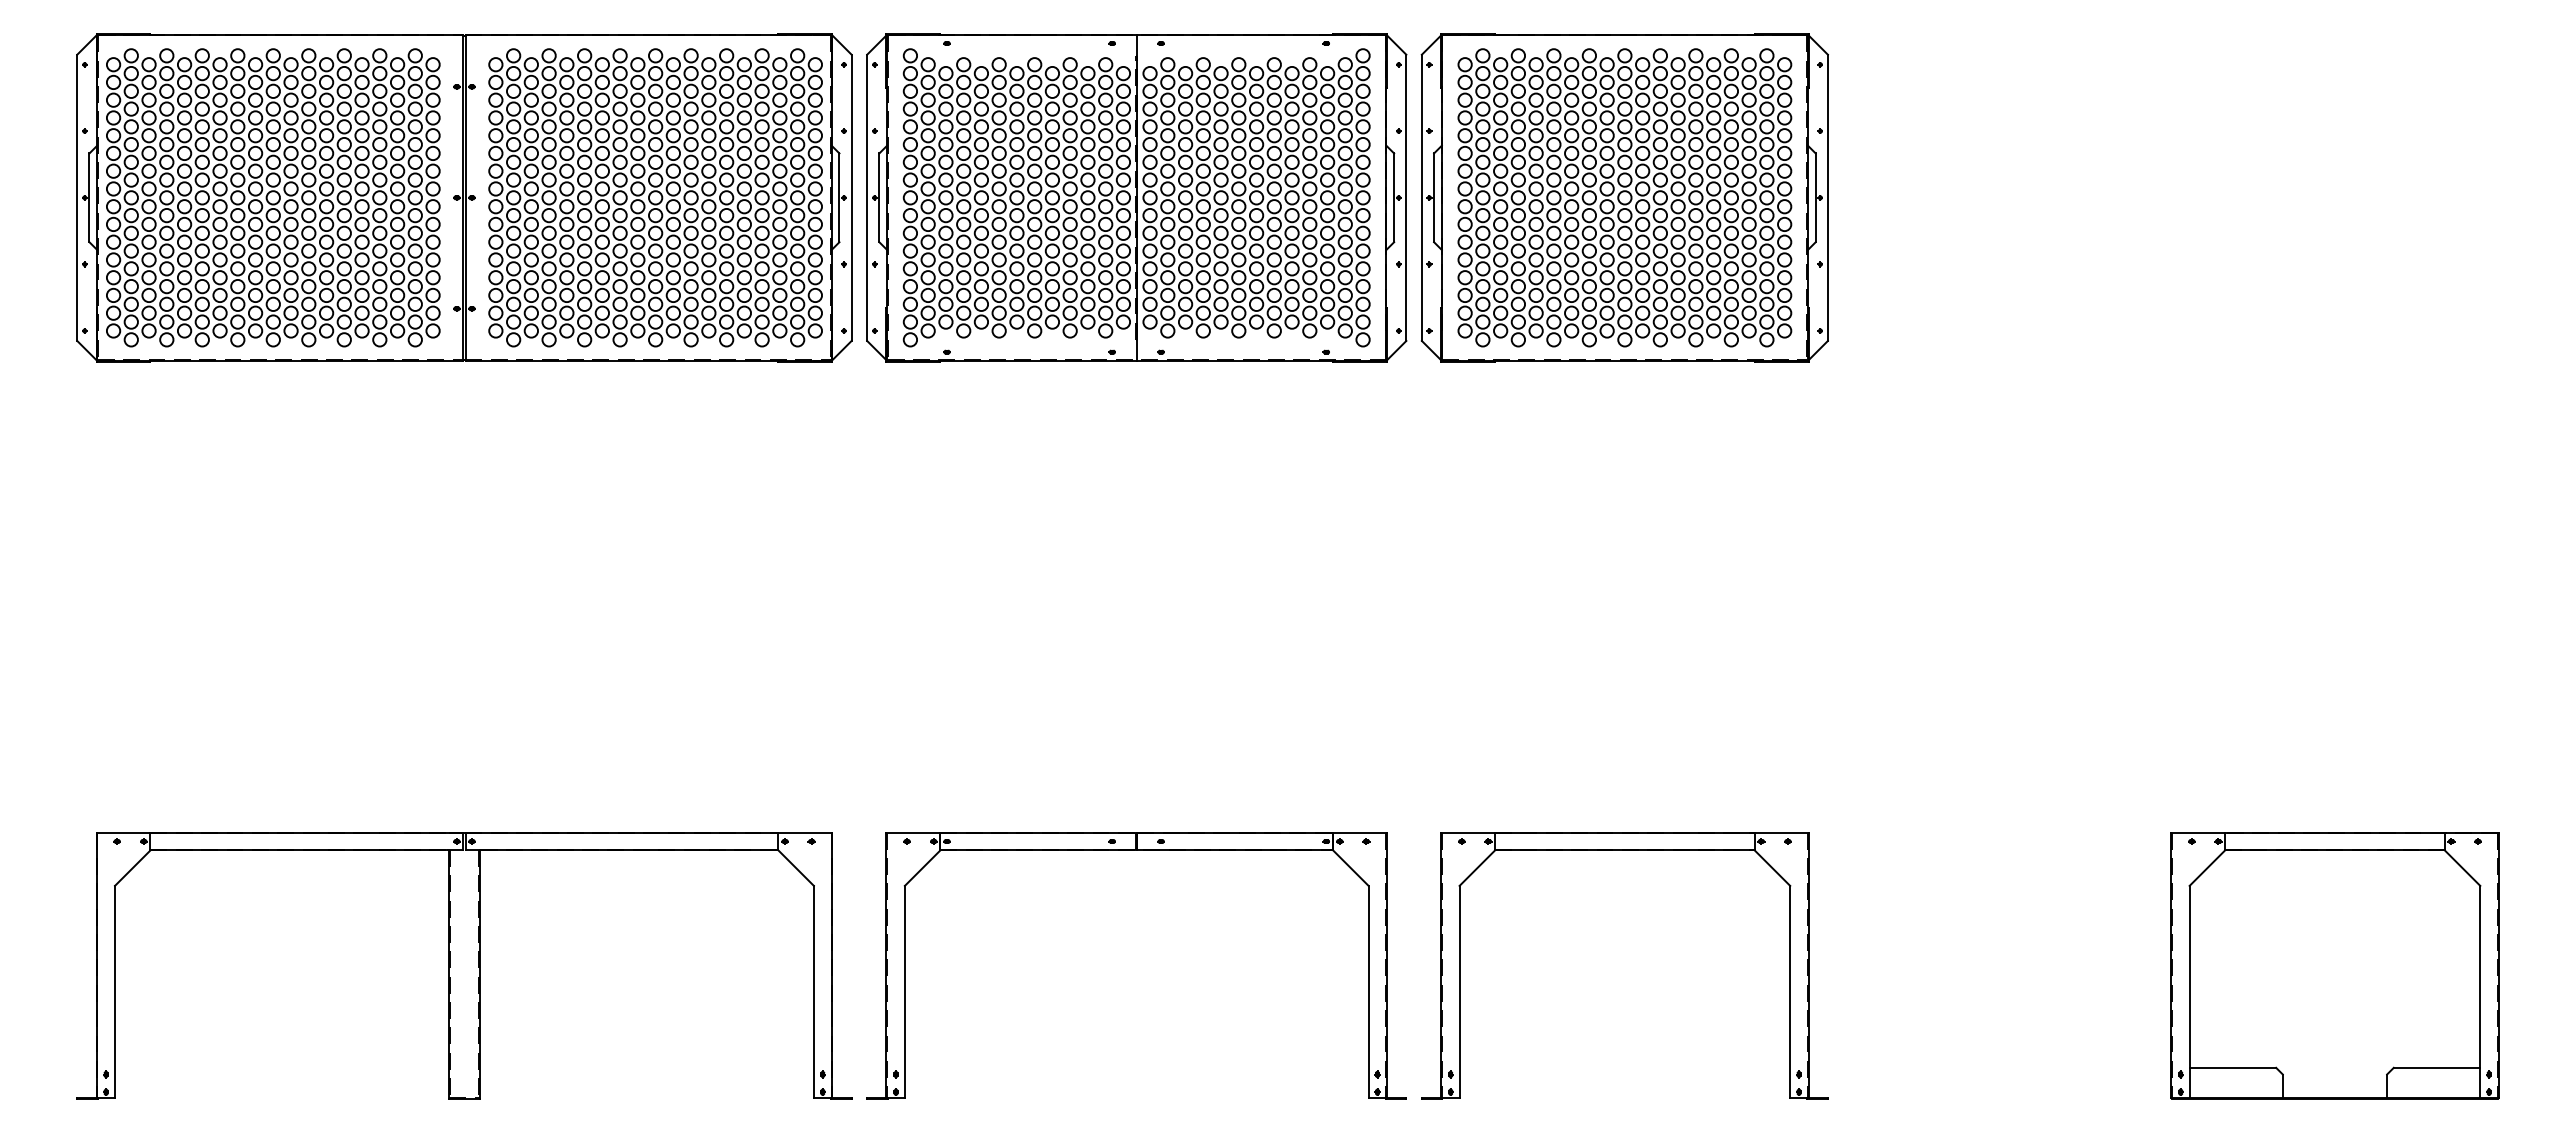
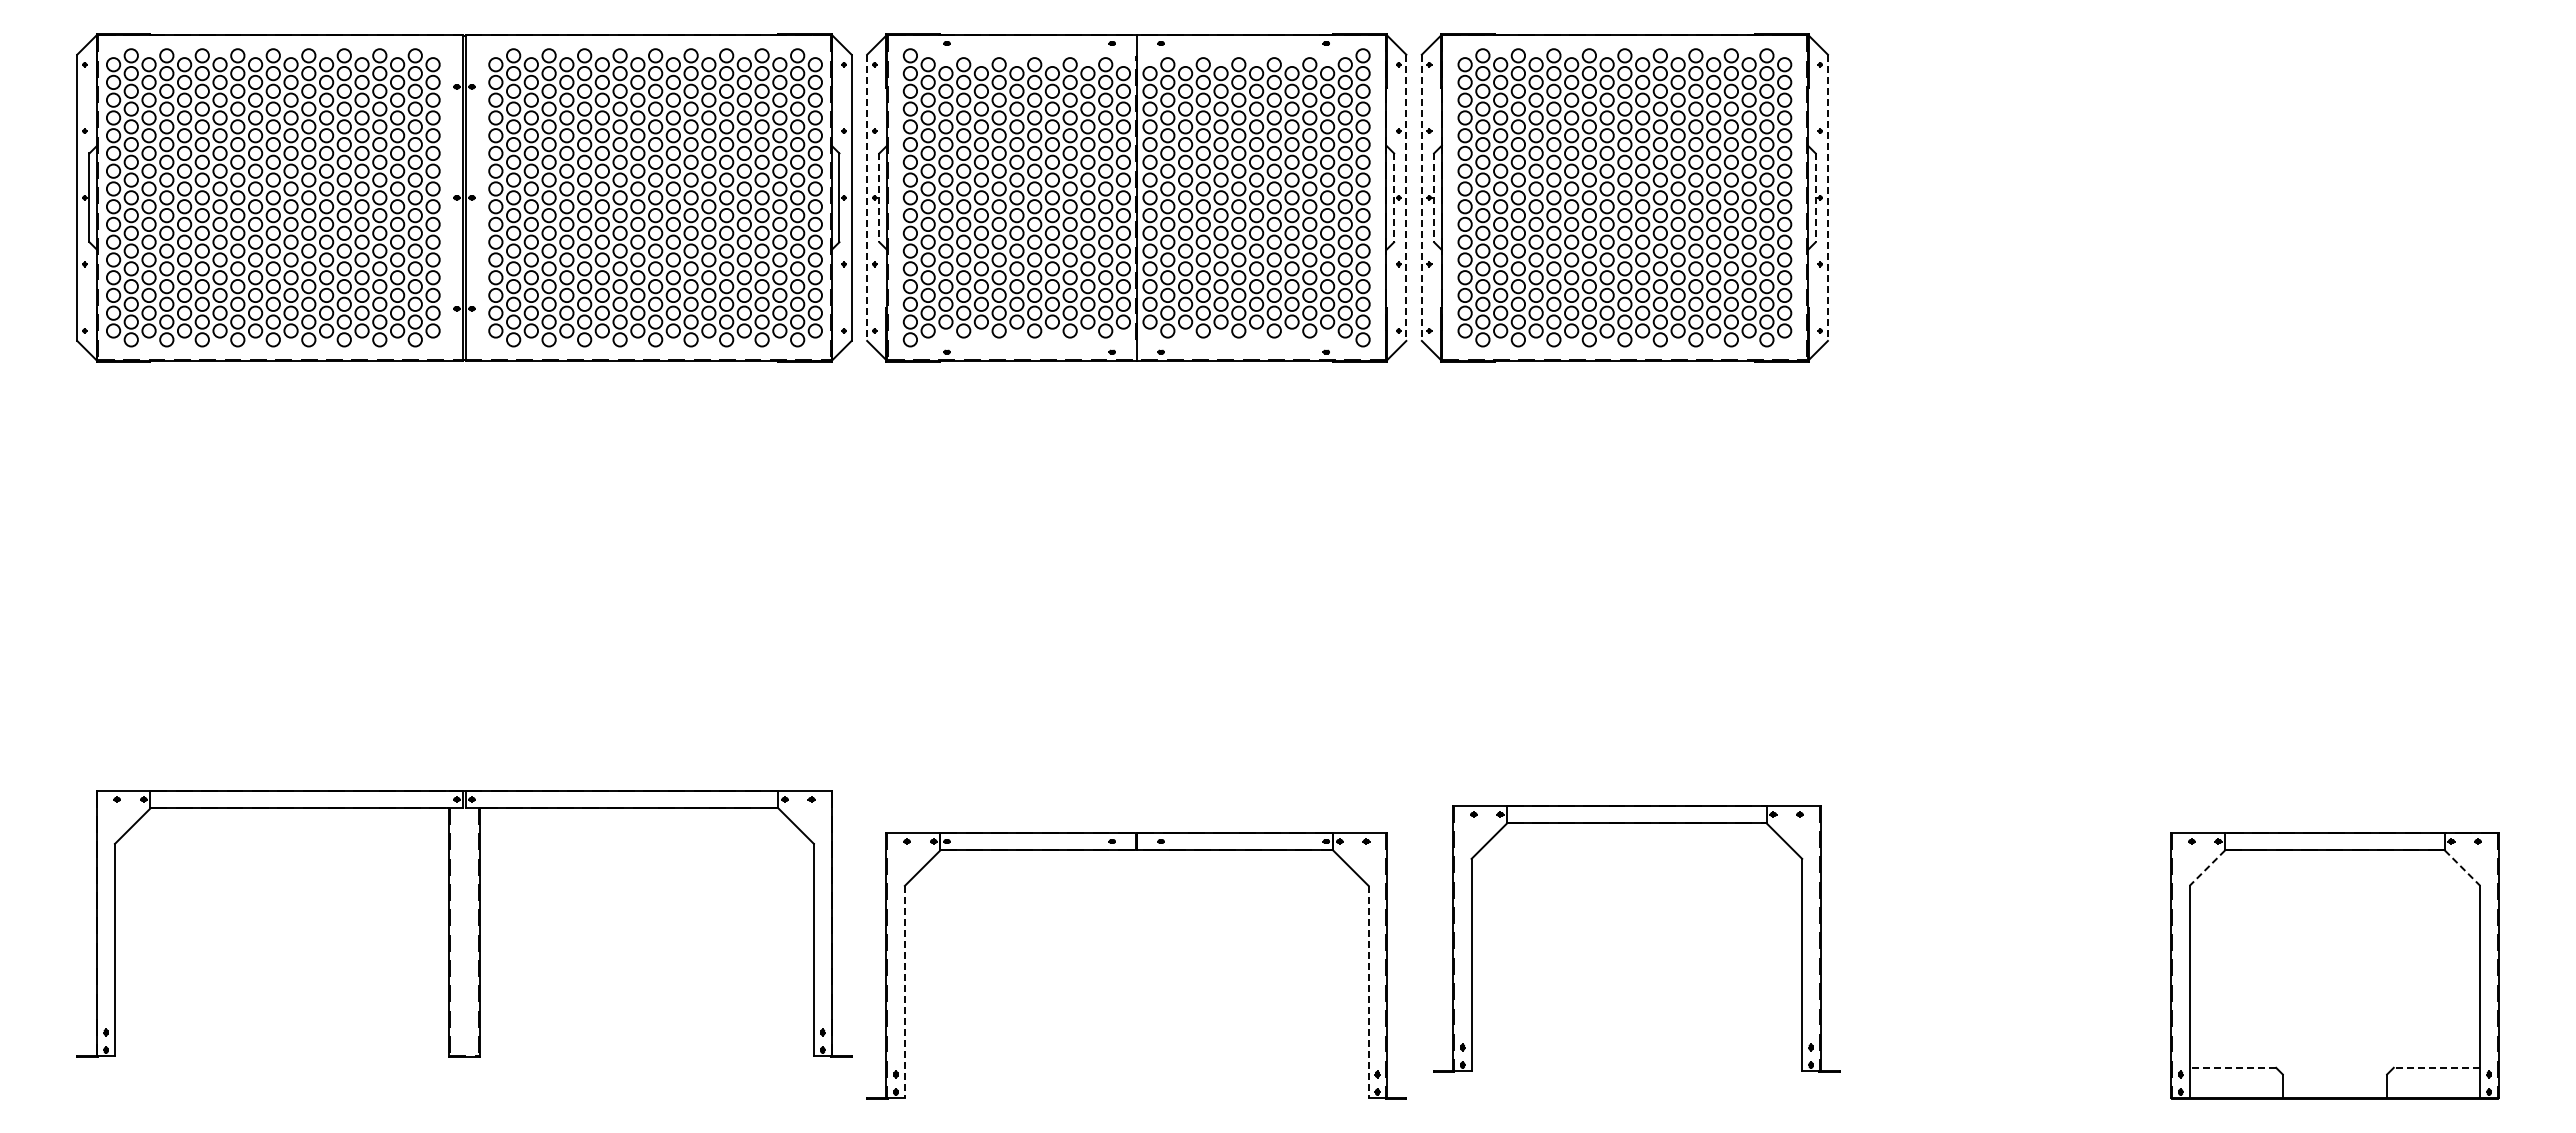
line at (867, 198): solid -> dashed
line at (879, 198): solid -> dashed
line at (1394, 198): solid -> dashed
line at (1406, 198): solid -> dashed
line at (1421, 198): solid -> dashed
line at (1434, 198): solid -> dashed
line at (1815, 198): solid -> dashed
line at (1827, 198): solid -> dashed
part at (1624, 850) position: (1624, 850) -> (1636, 823)
line at (2207, 868): solid -> dashed
line at (2462, 868): solid -> dashed
part at (464, 965) position: (464, 965) -> (464, 923)
line at (904, 992): solid -> dashed
line at (1368, 992): solid -> dashed
line at (2232, 1067): solid -> dashed
line at (2436, 1067): solid -> dashed
